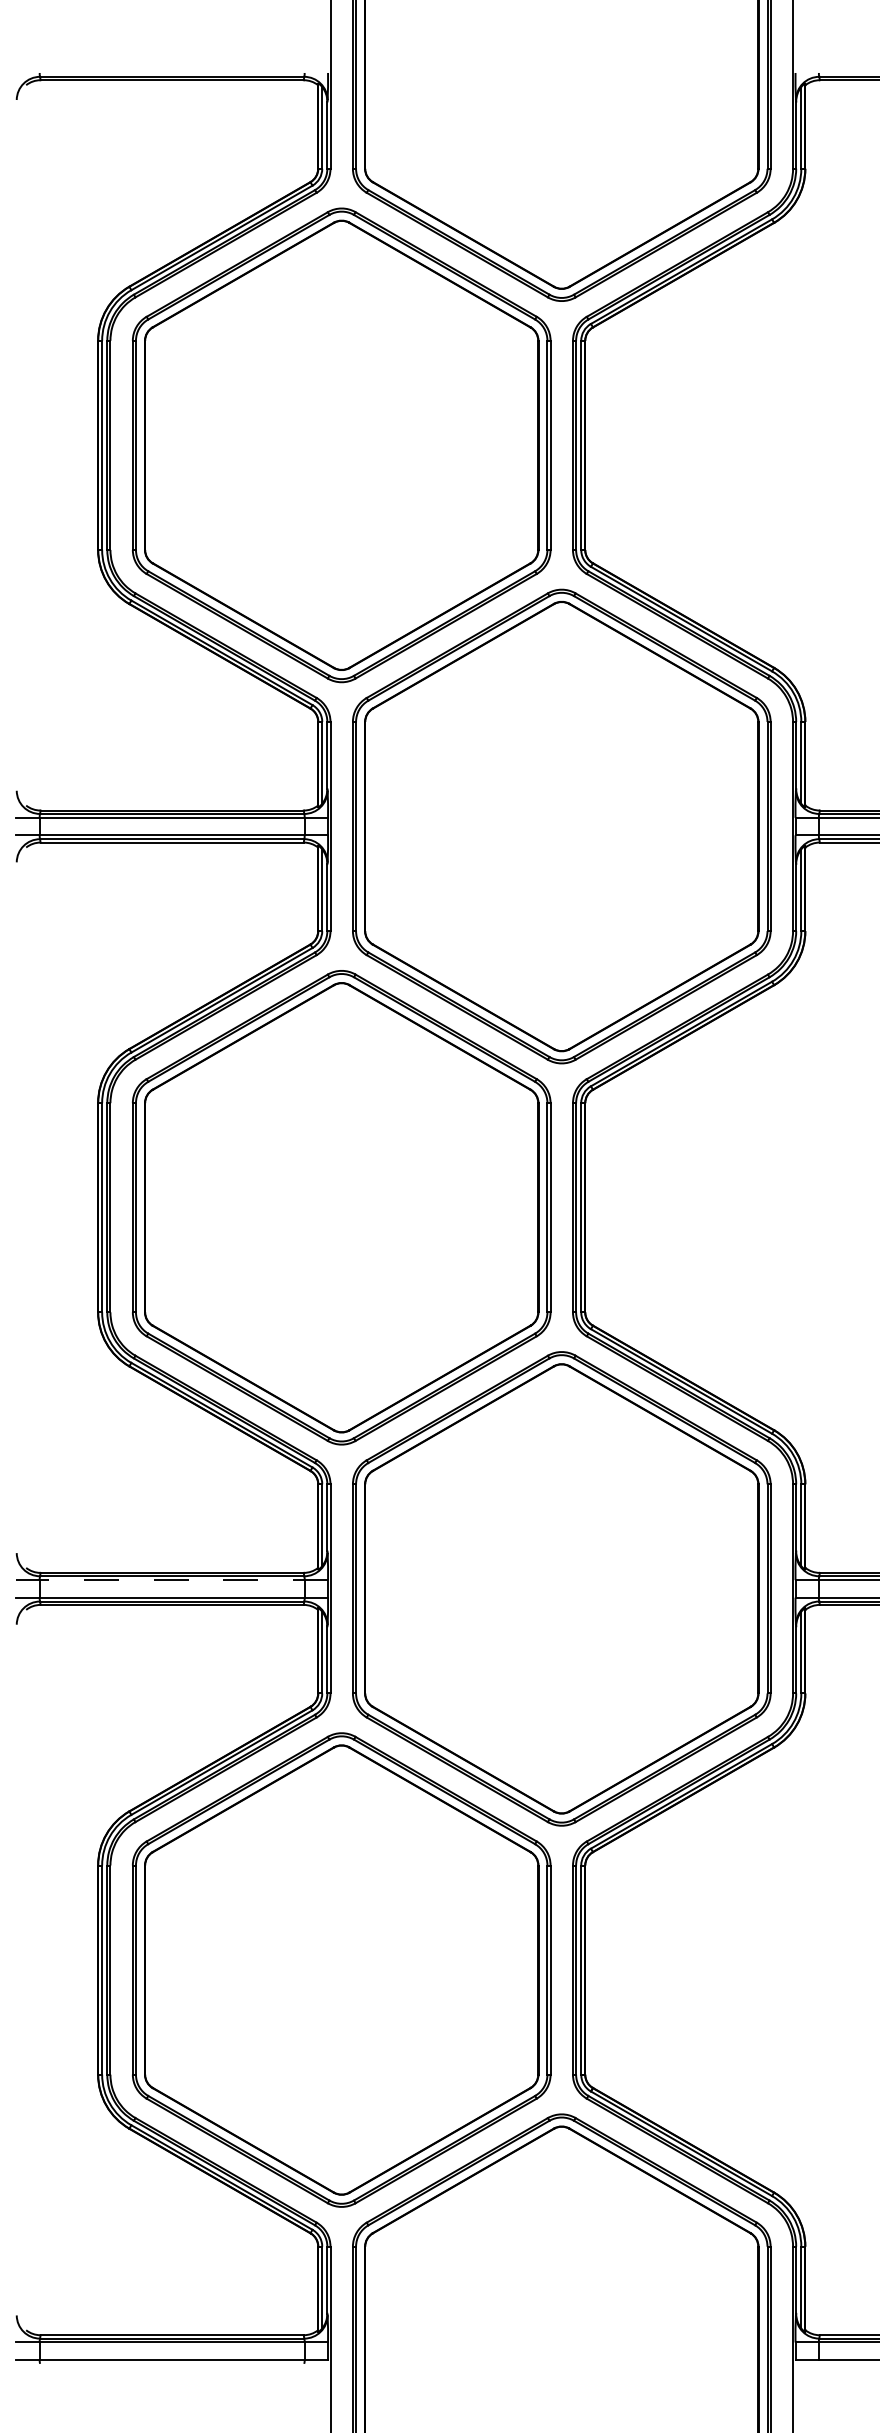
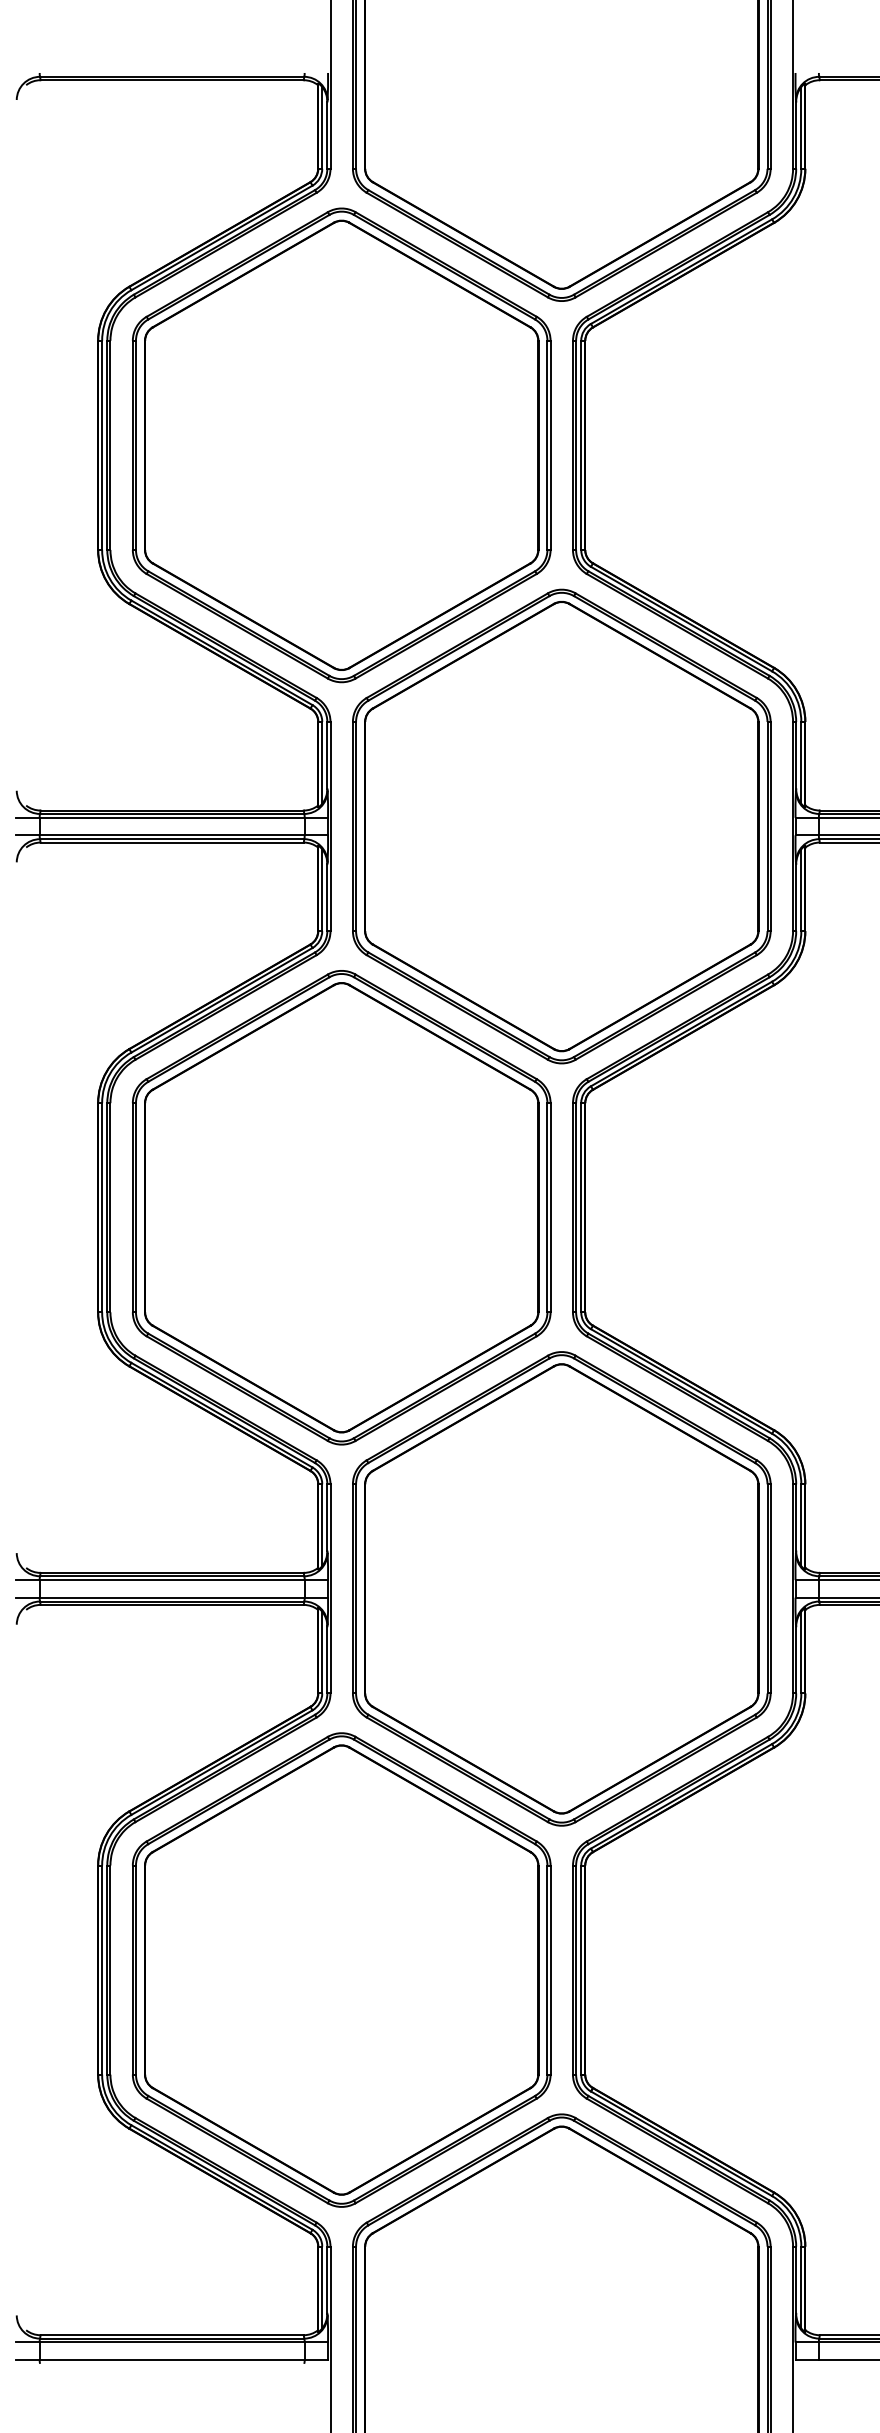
line at (172, 1580): dashed -> solid
